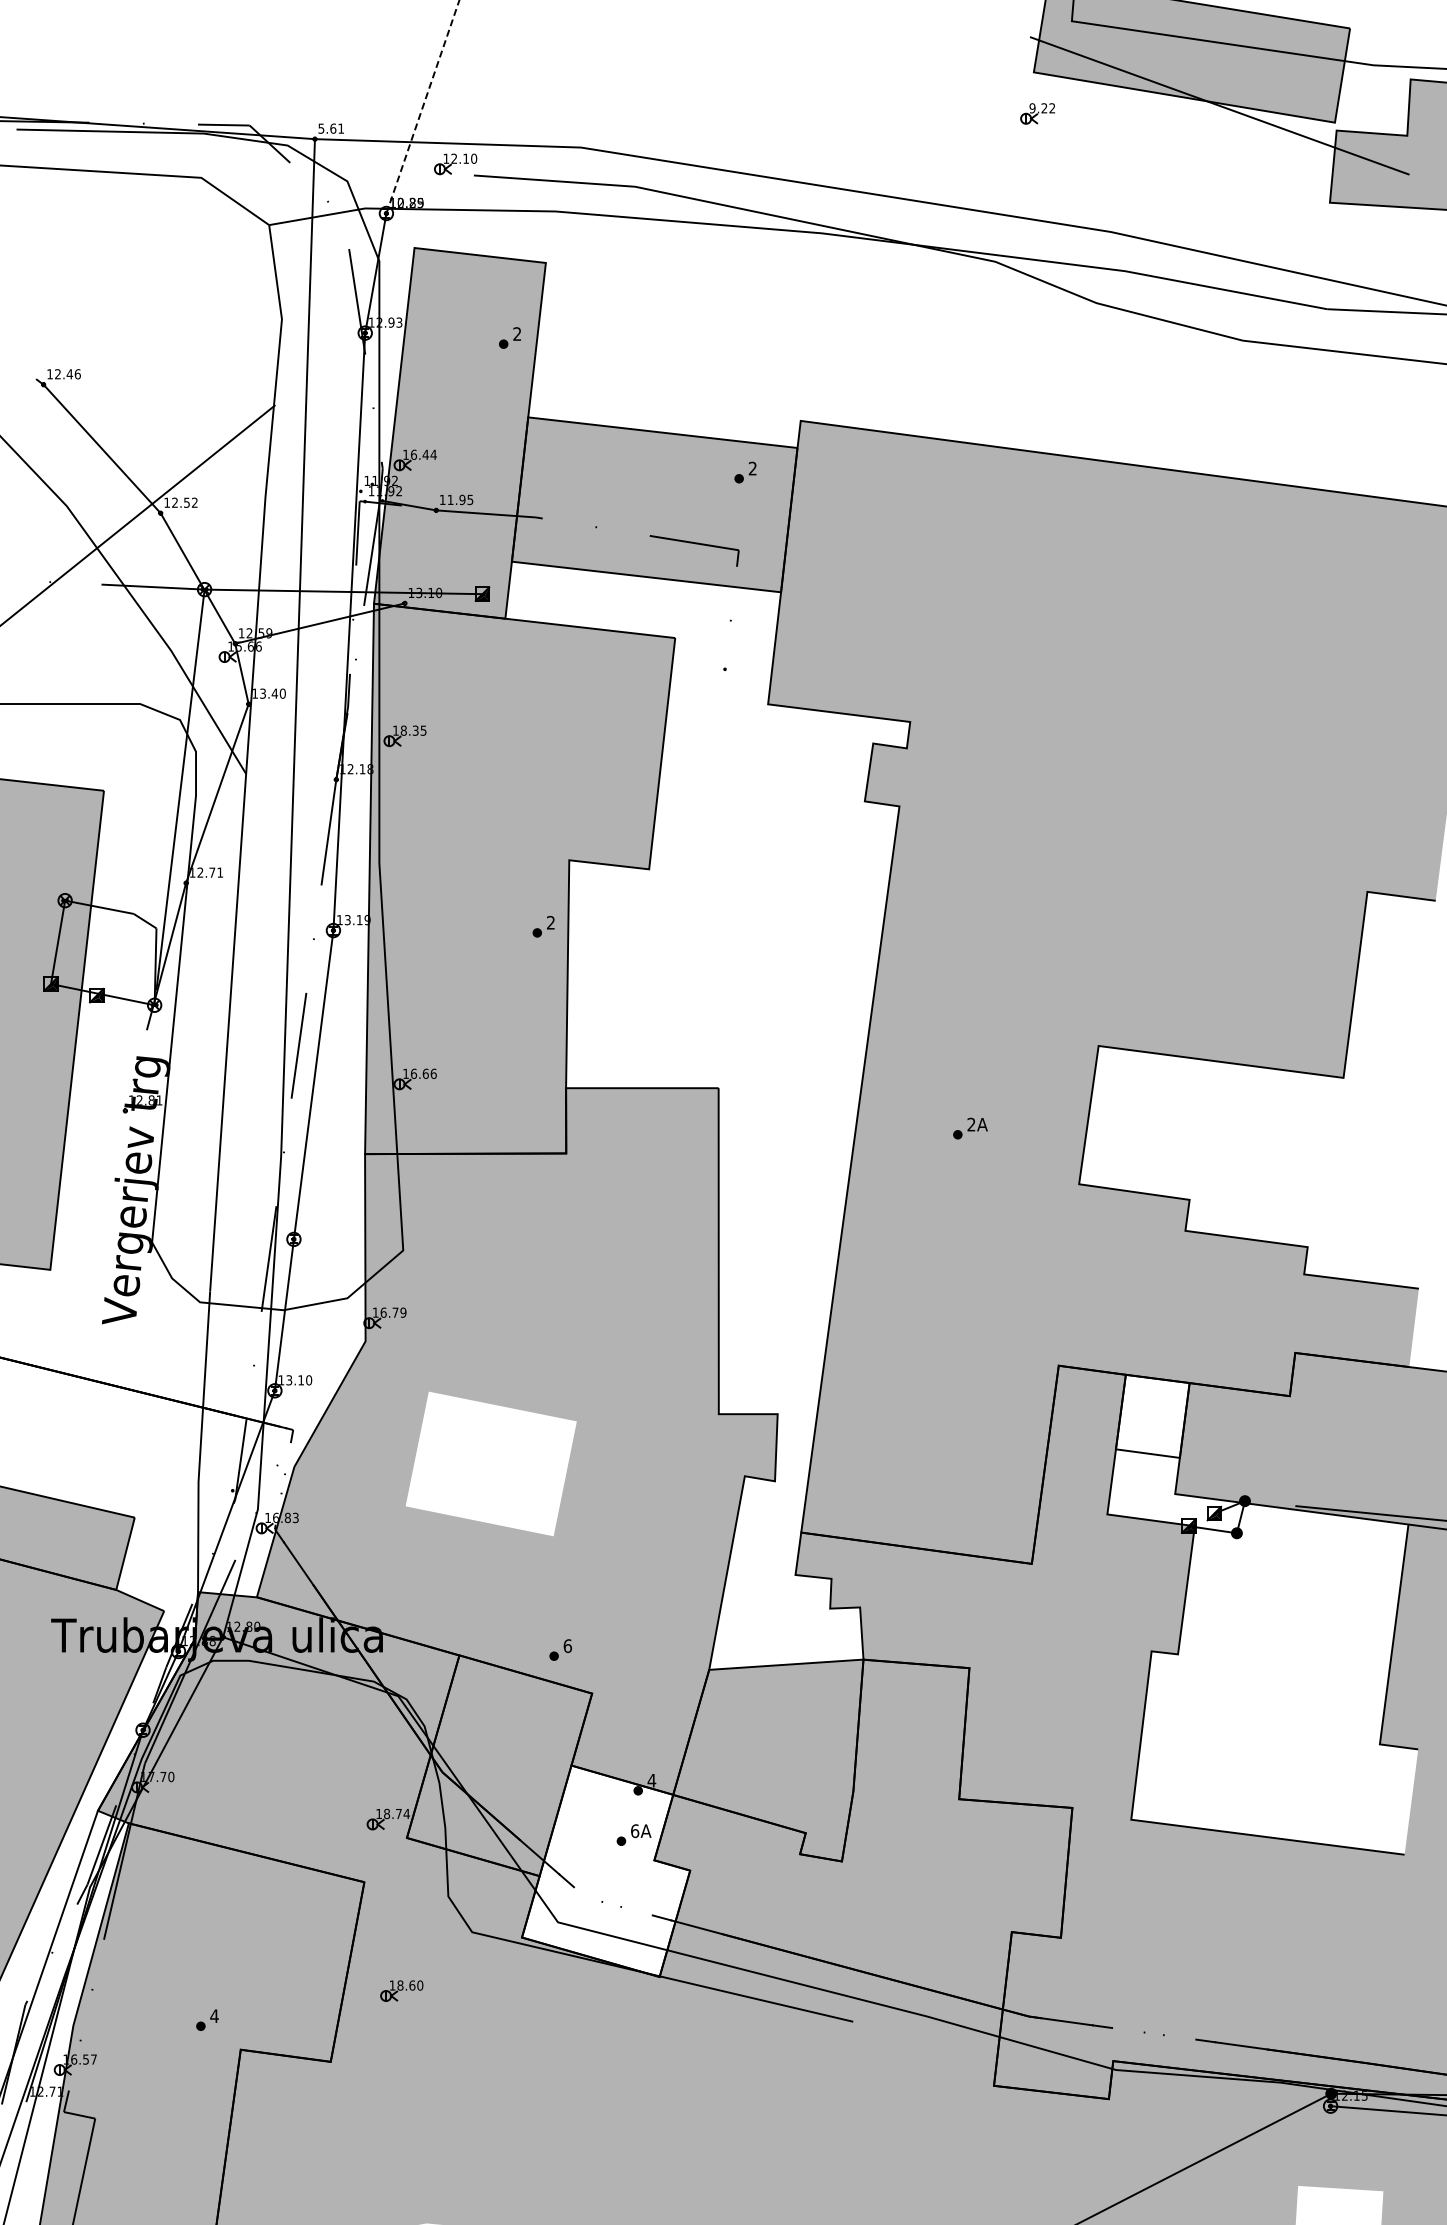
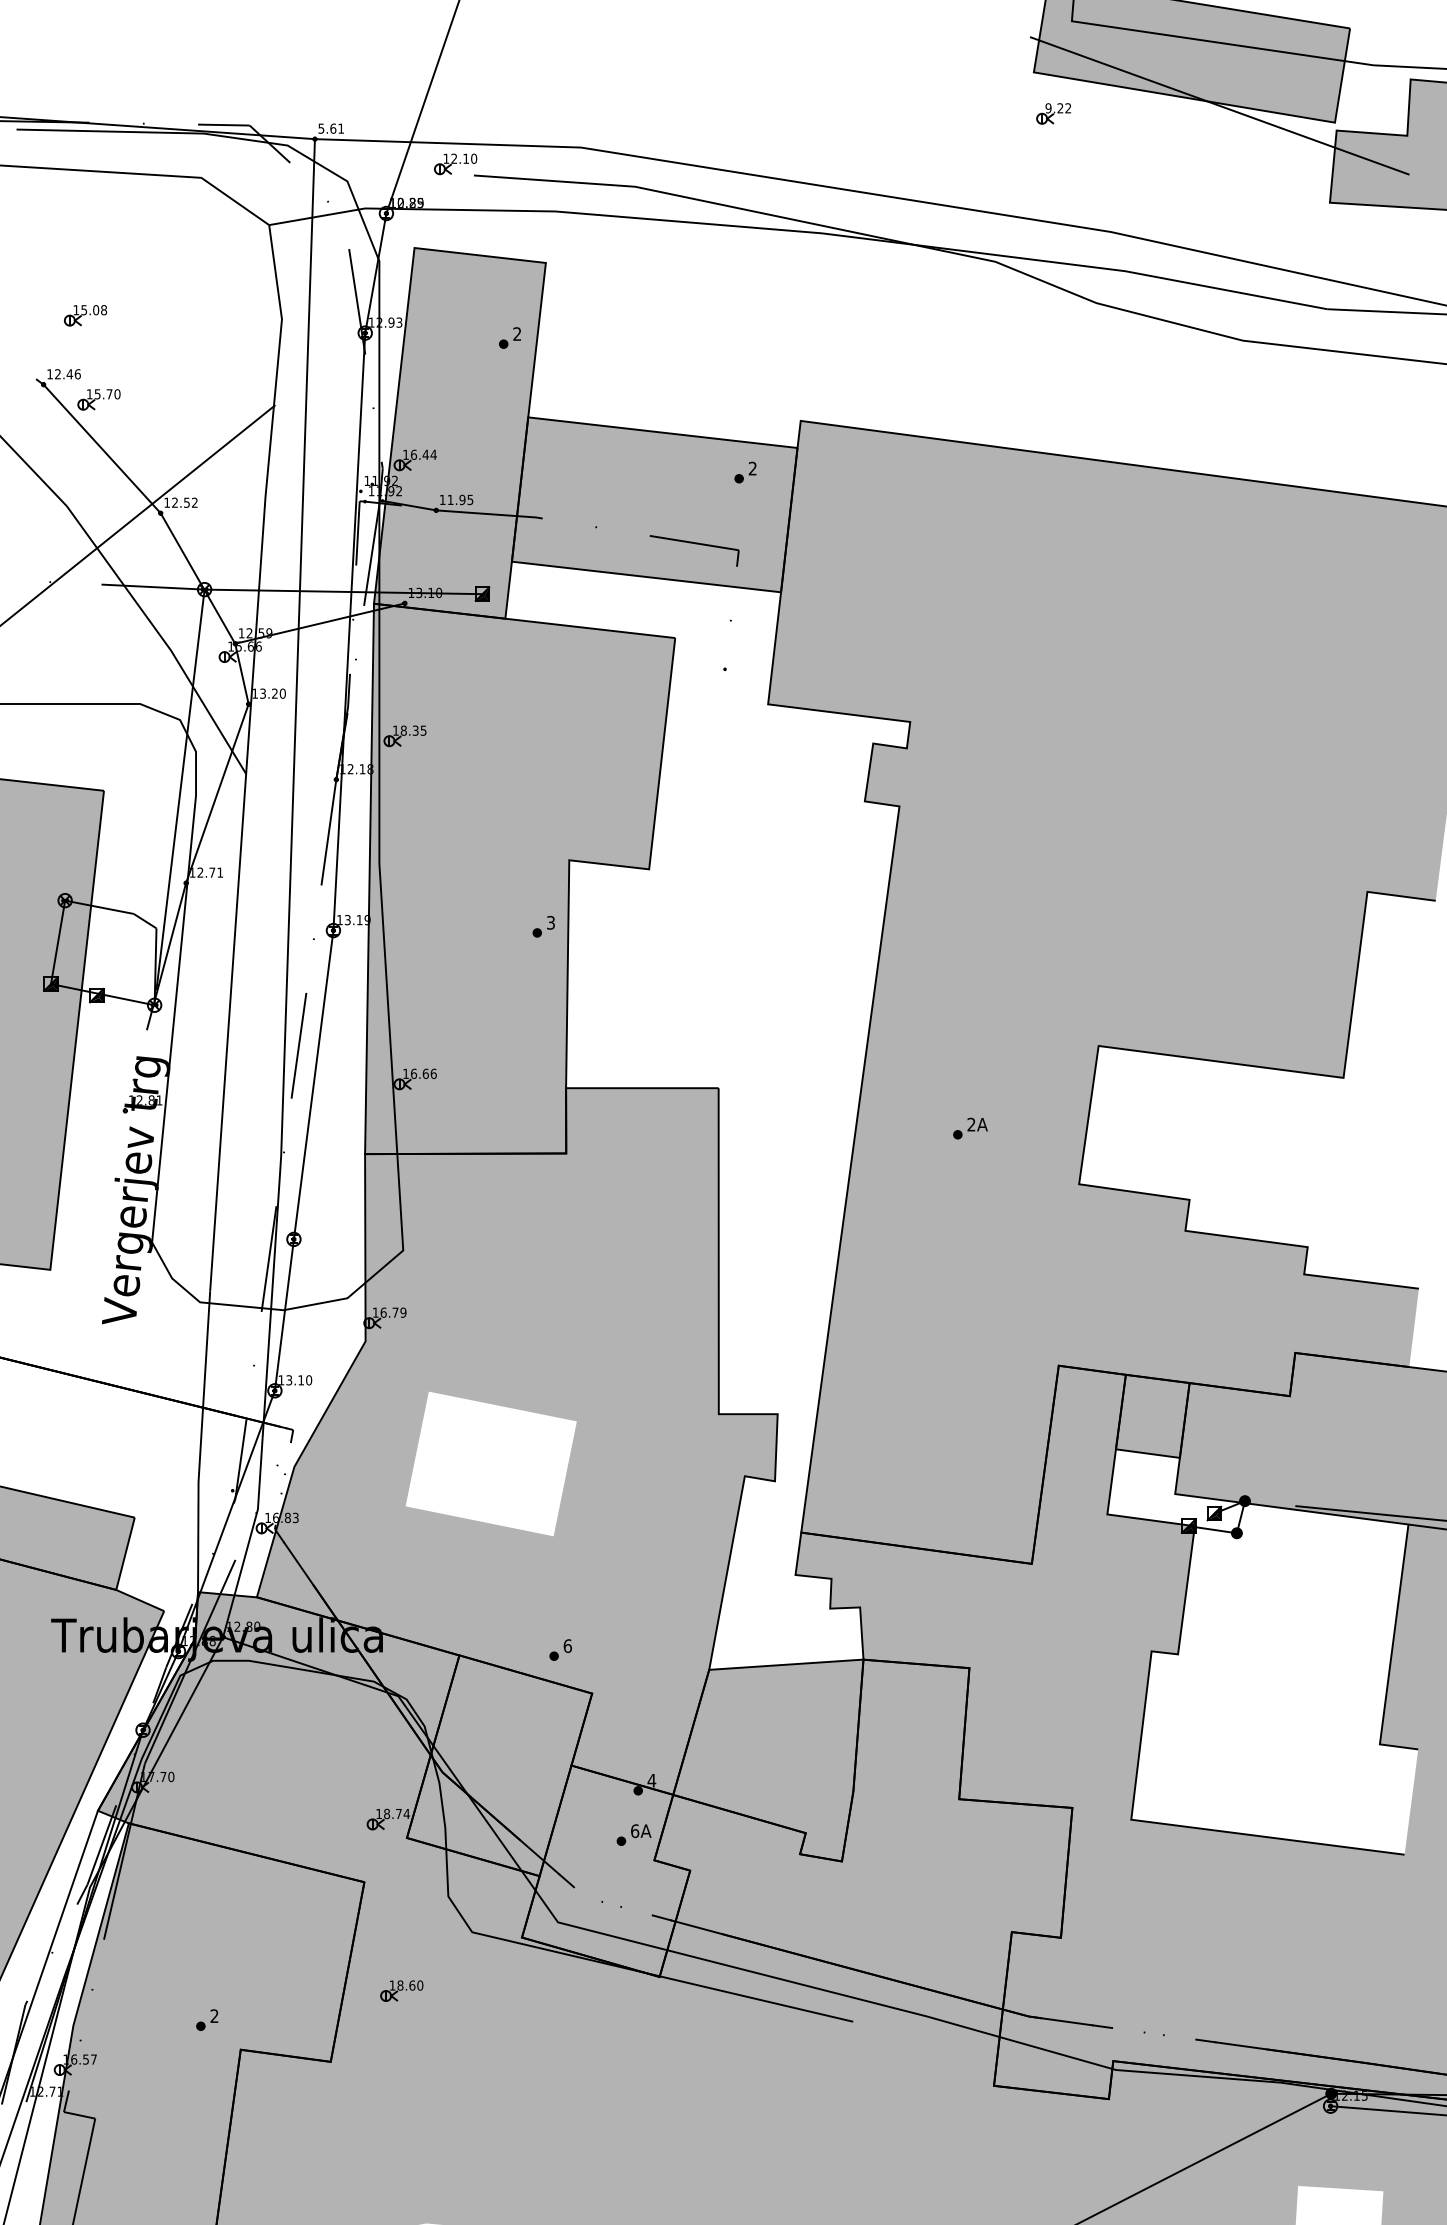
line at (423, 106): dashed -> solid
part at (1037, 113) position: (1037, 113) -> (1053, 113)
part at (85, 315): none -> present
part at (98, 399): none -> present
text at (274, 693): 13.40 -> 13.20
text at (550, 923): 2 -> 3
fill at (1152, 1415): none -> present
fill at (606, 1871): none -> present
text at (214, 2015): 4 -> 2
